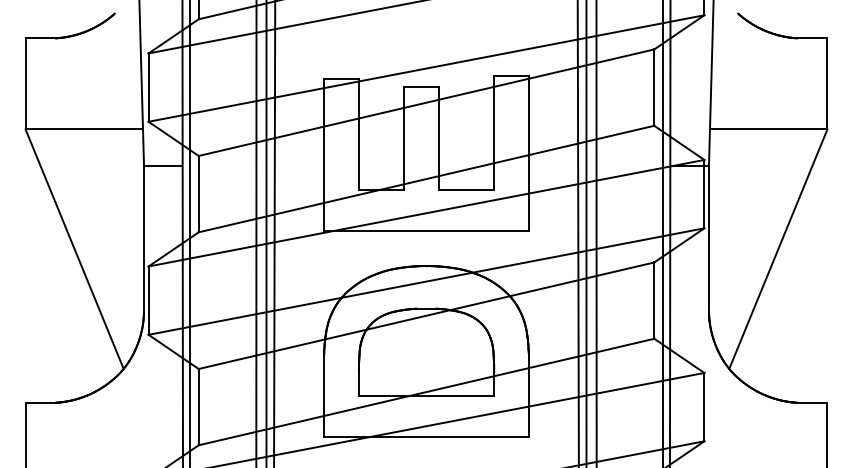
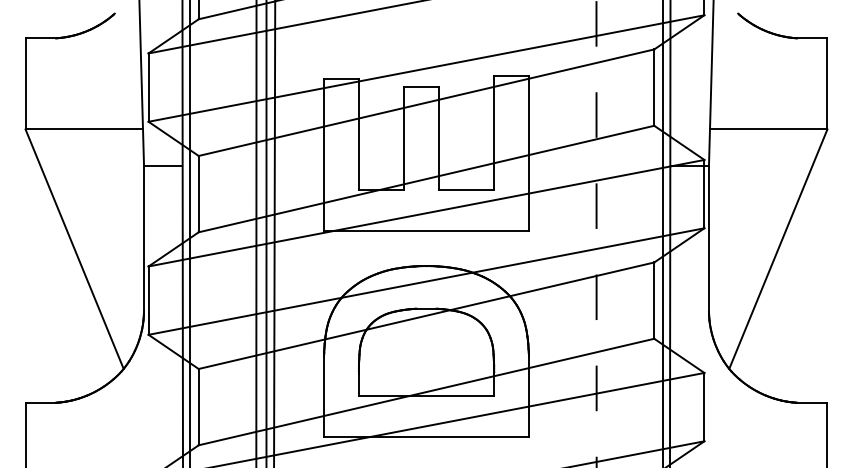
line at (577, 233): present -> none
line at (586, 233): present -> none
line at (596, 233): solid -> dashed
